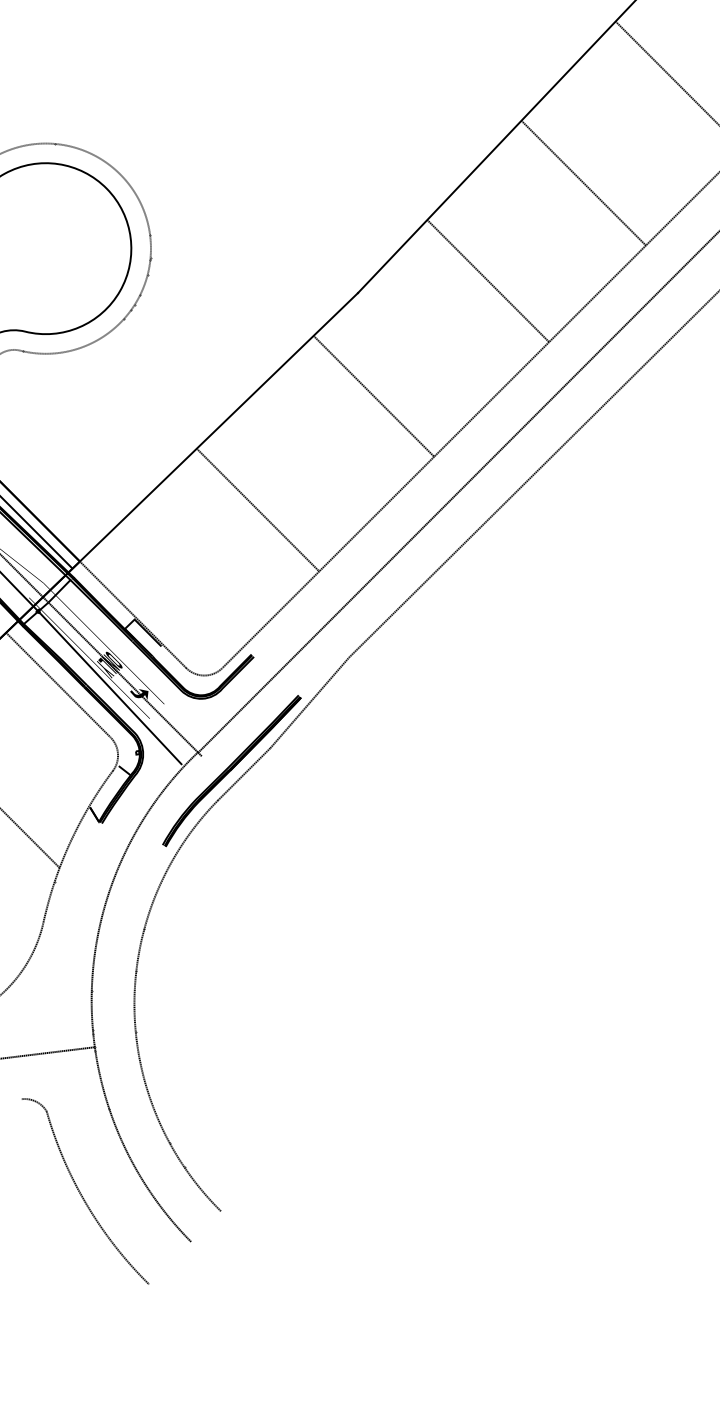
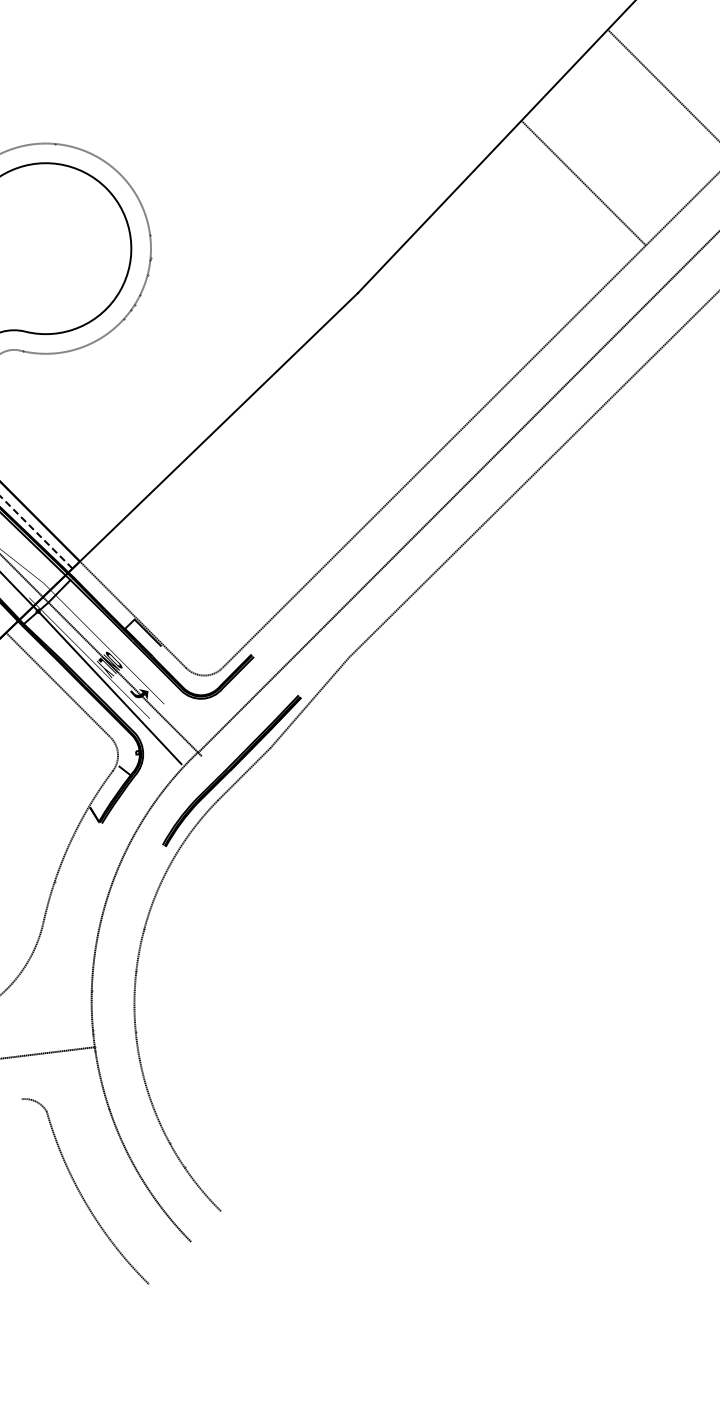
line at (665, 71) position: (665, 71) -> (661, 83)
line at (488, 281): present -> none
line at (373, 395): present -> none
line at (257, 509): present -> none
line at (36, 532): solid -> dashed
line at (30, 838): present -> none
